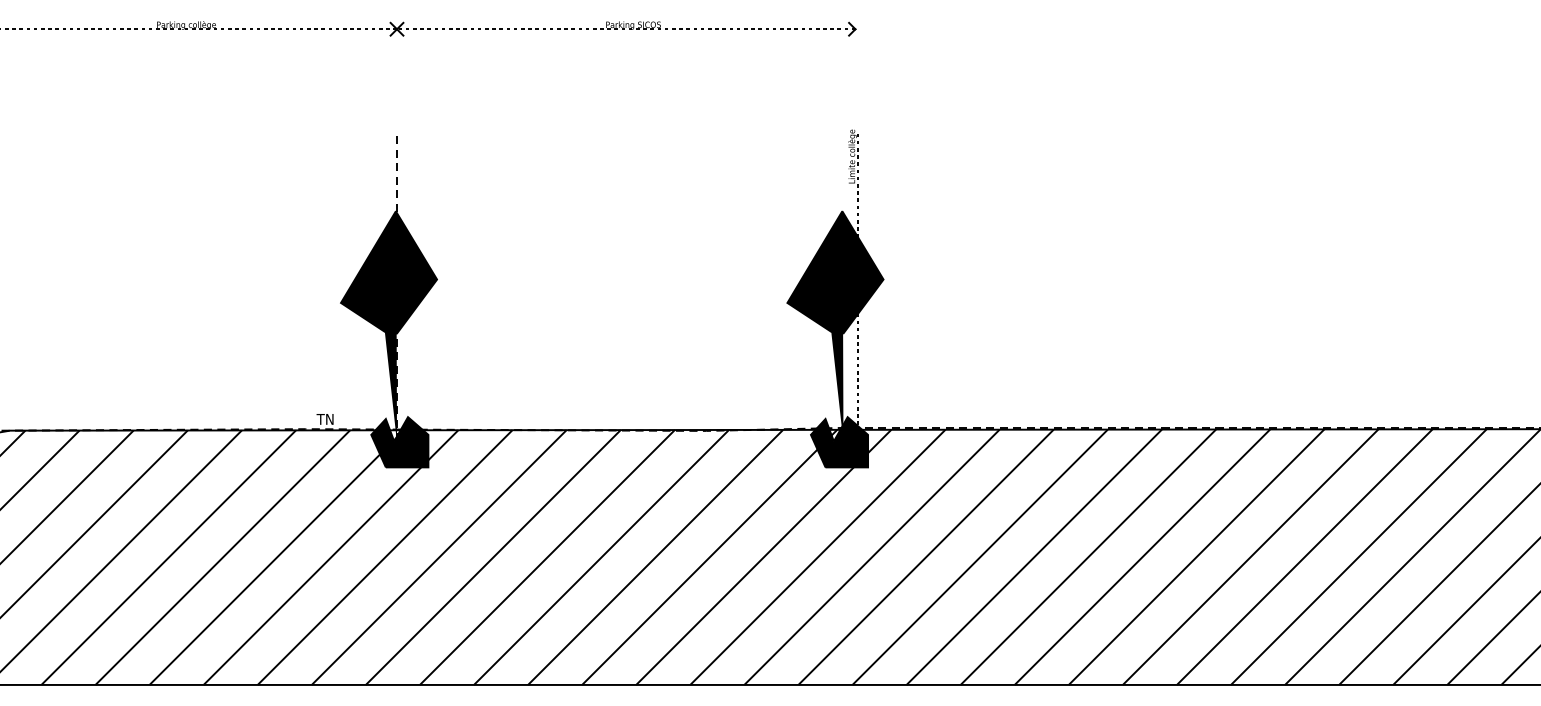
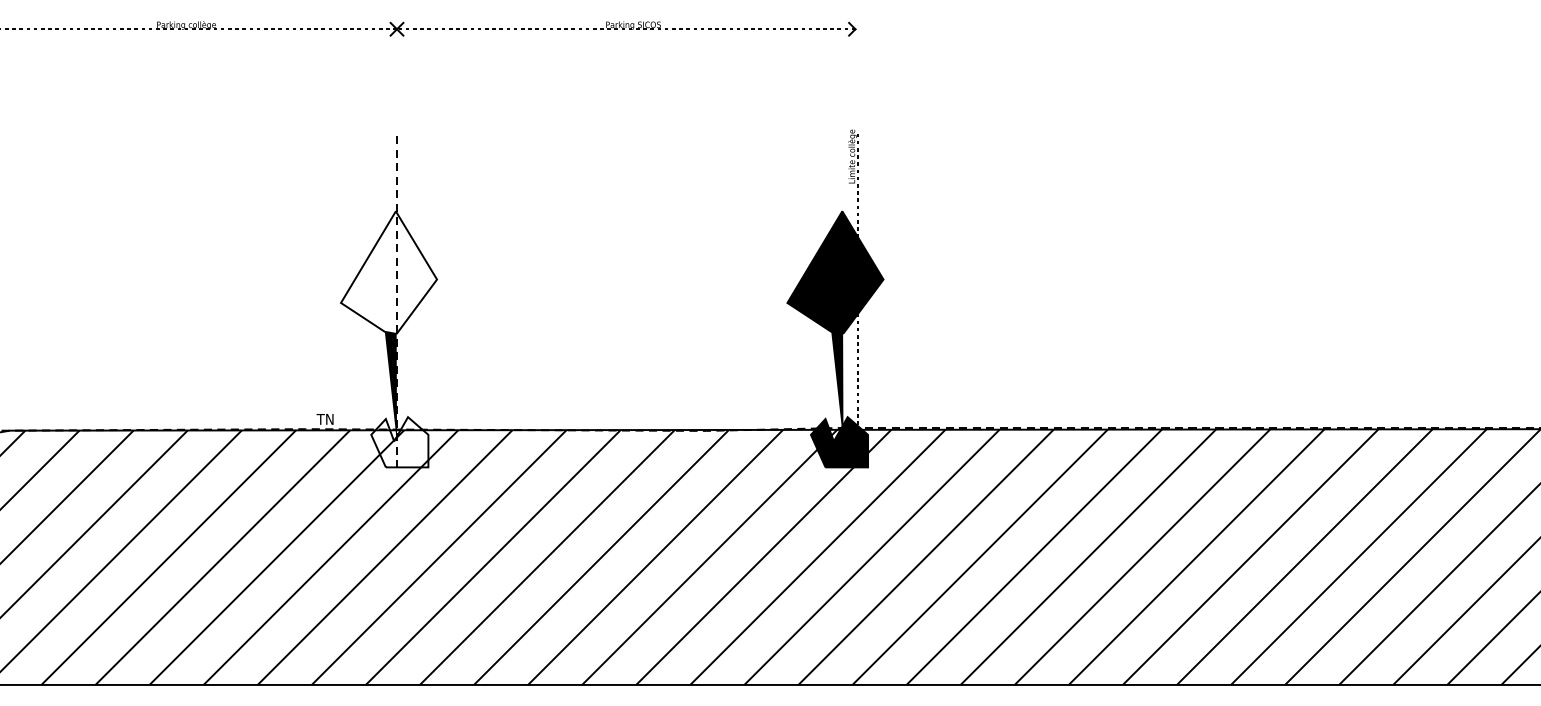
fill at (389, 272): present -> none
fill at (399, 442): present -> none
